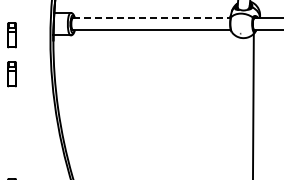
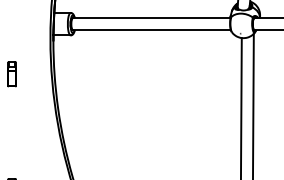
line at (151, 18): dashed -> solid
part at (11, 35): present -> none
line at (240, 107): none -> present
